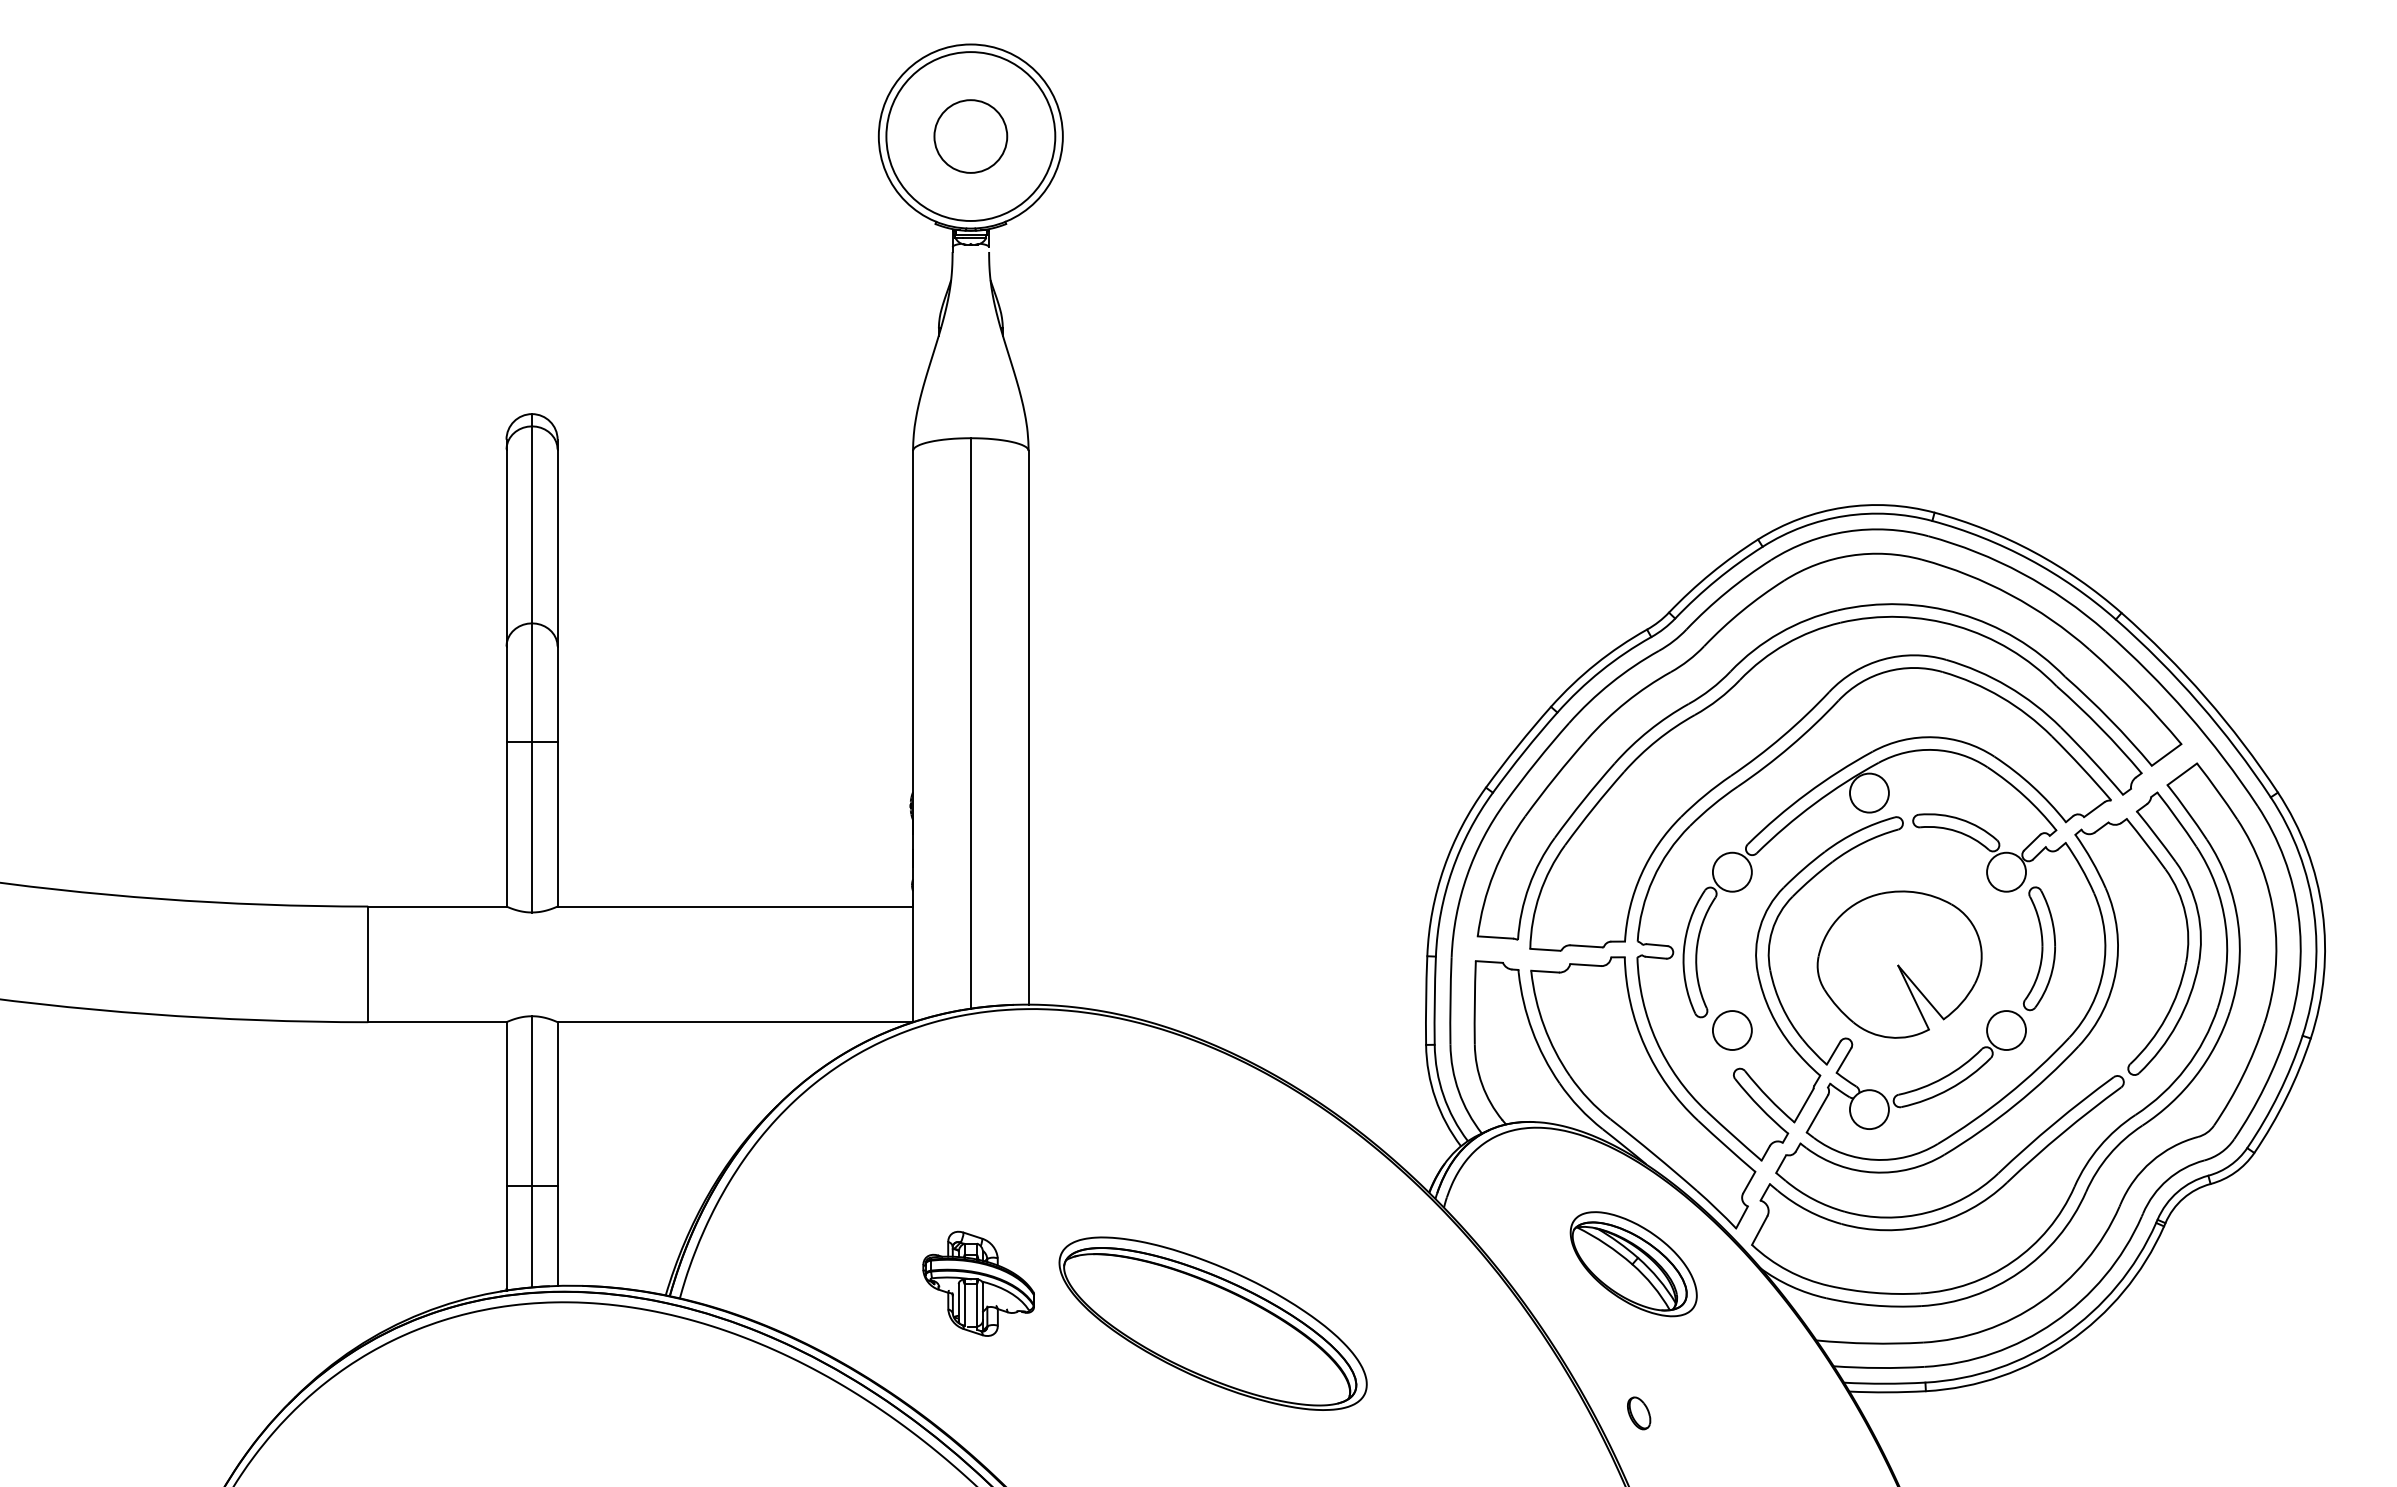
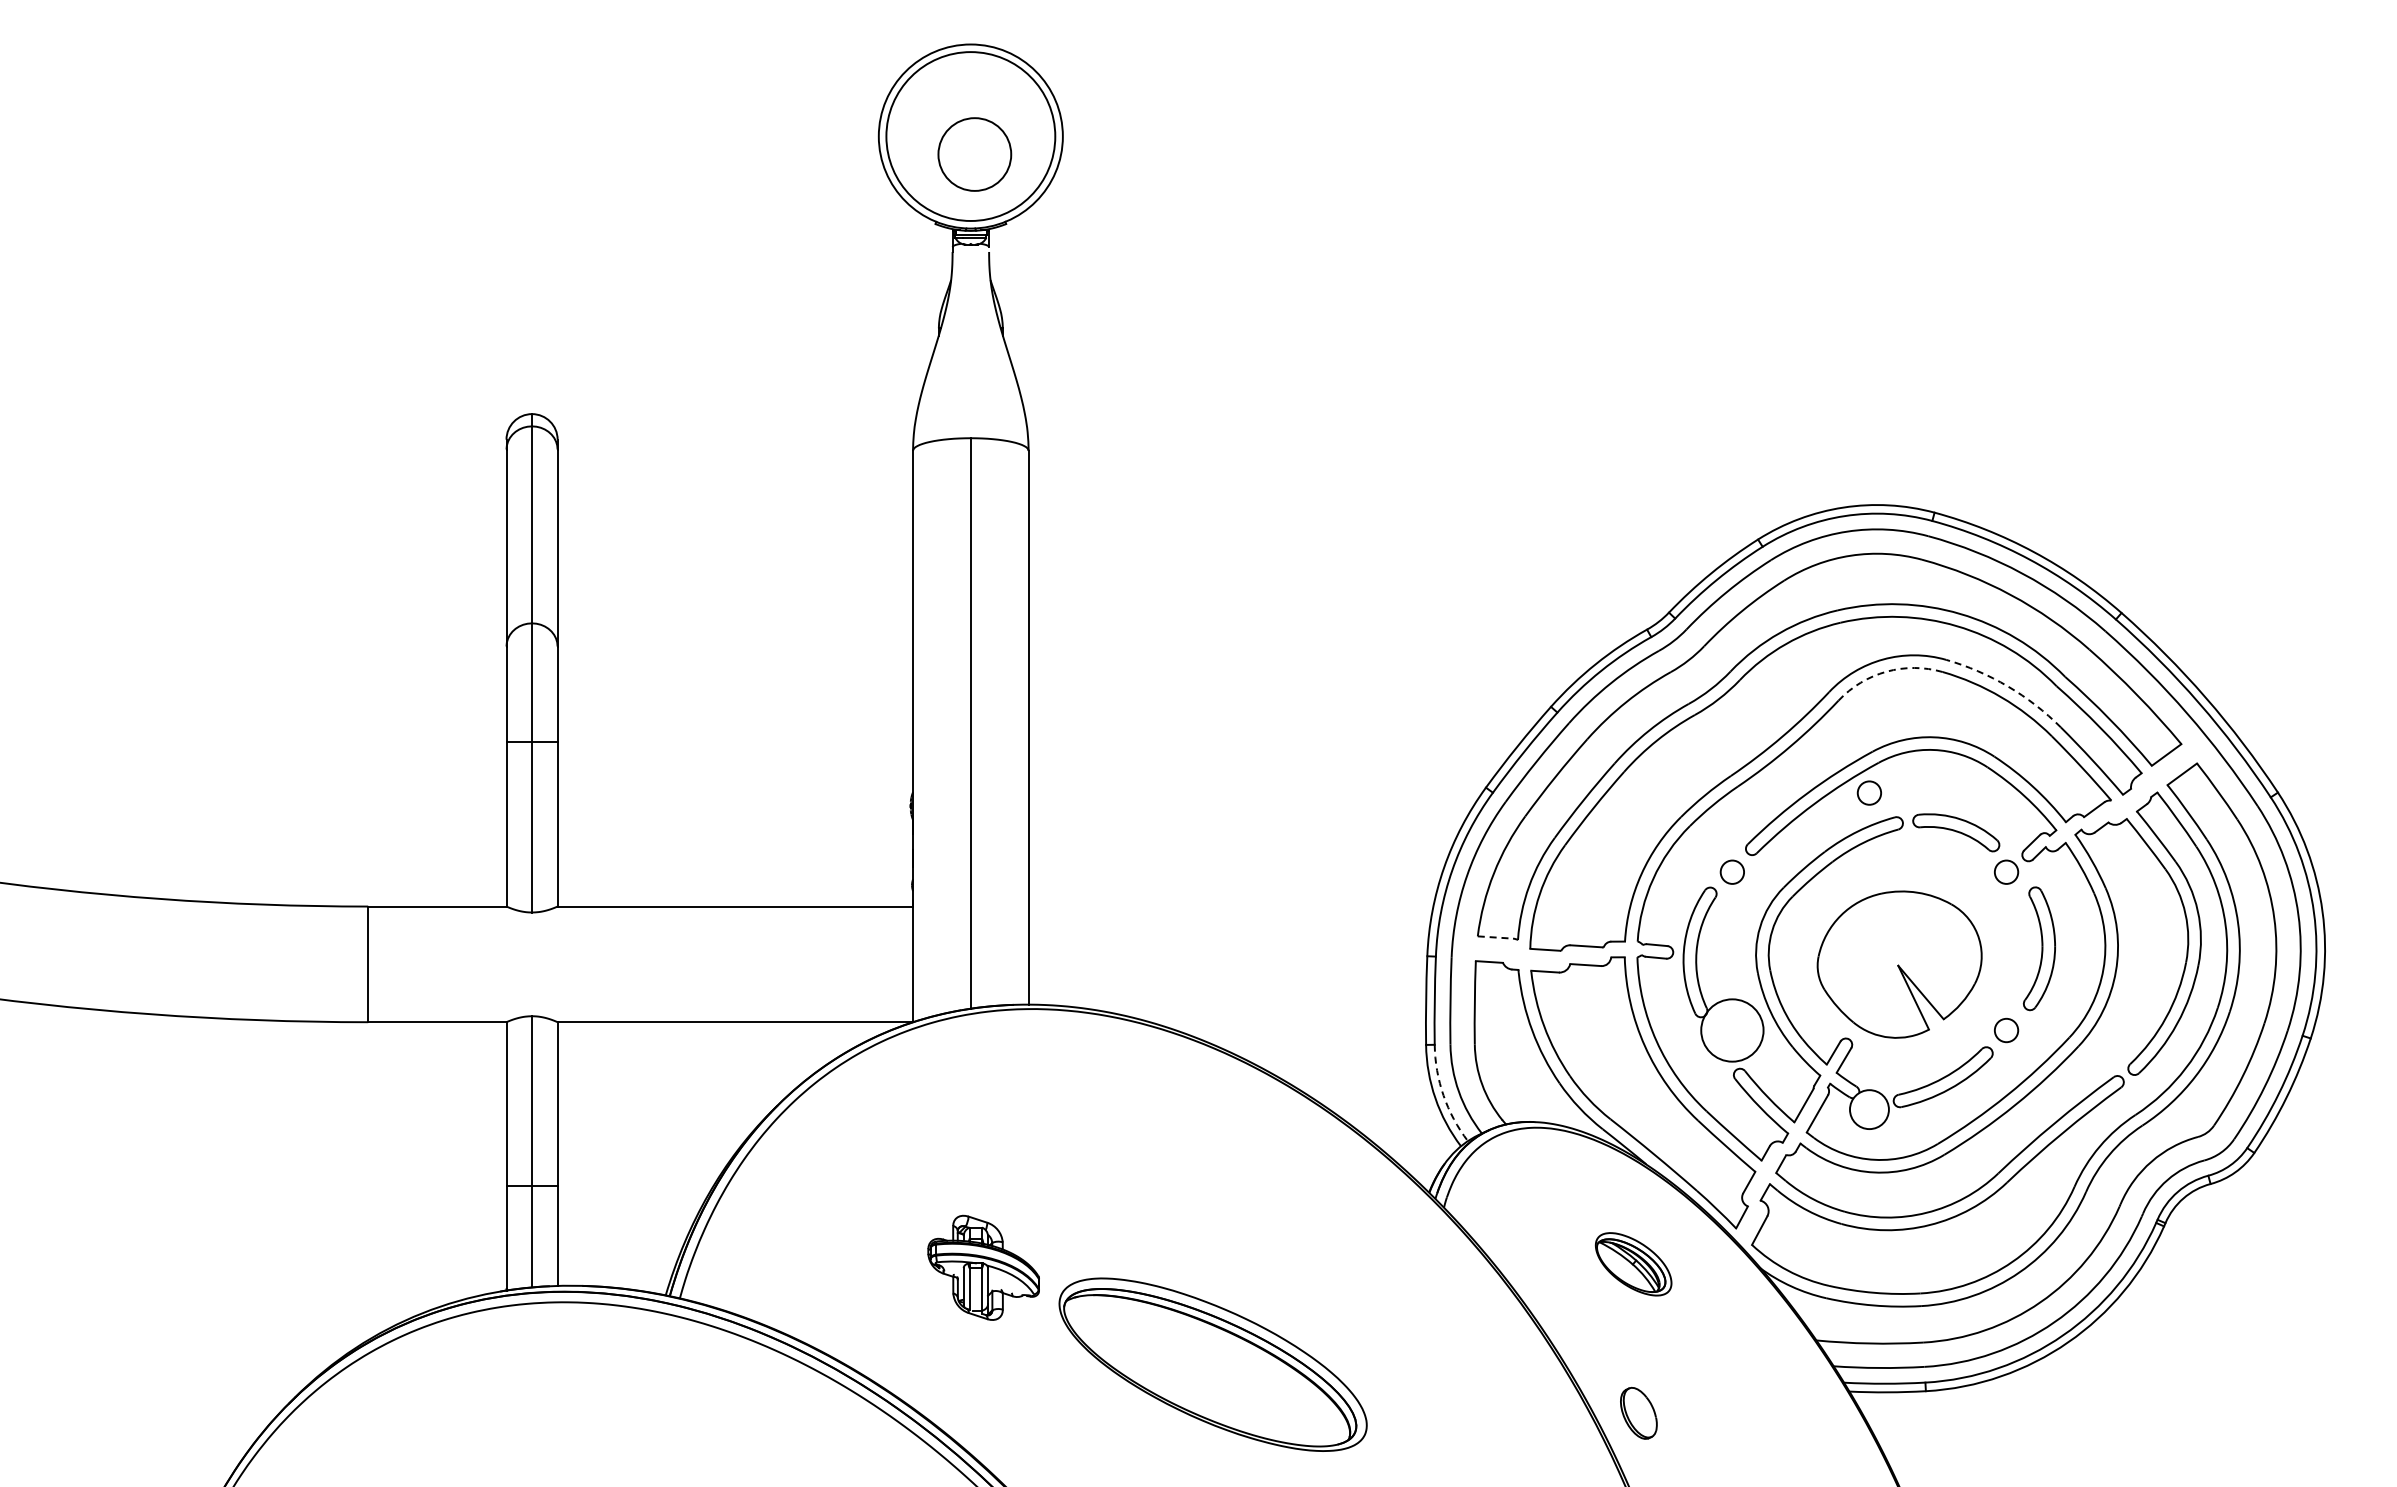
circle at (970, 136) position: (970, 136) -> (974, 154)
arc at (1886, 671): solid -> dashed
arc at (2007, 686): solid -> dashed
circle at (1868, 792) diameter: 39 px -> 23 px
circle at (1731, 871) diameter: 39 px -> 23 px
circle at (2006, 871) diameter: 39 px -> 23 px
line at (1495, 937): solid -> dashed
circle at (1731, 1030) diameter: 39 px -> 62 px
circle at (2006, 1030) diameter: 39 px -> 23 px
arc at (1443, 1095): solid -> dashed
part at (1633, 1264) size: 129x107 px -> 79x65 px
part at (978, 1283) position: (978, 1283) -> (983, 1267)
part at (1212, 1323) position: (1212, 1323) -> (1212, 1364)
part at (1639, 1413) size: 25x35 px -> 38x54 px
